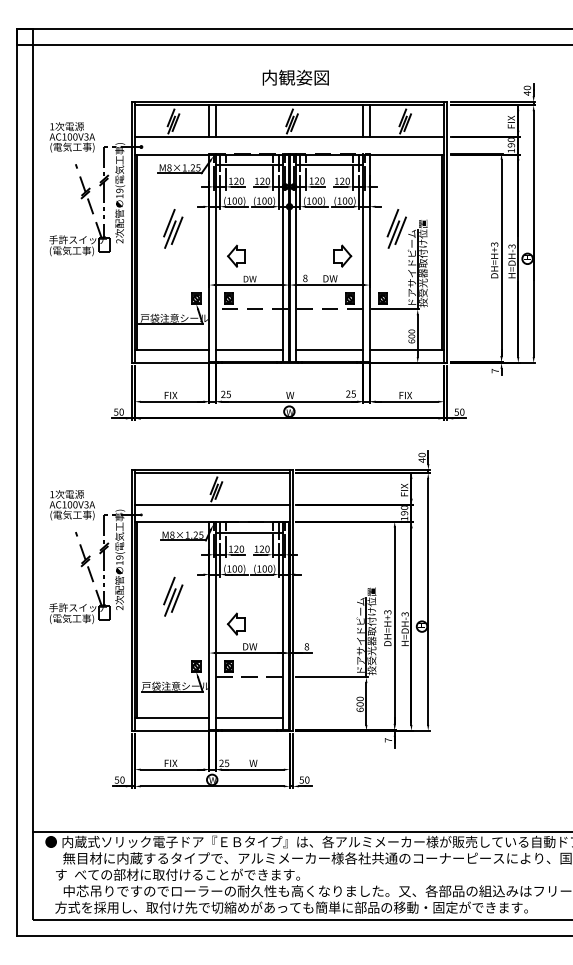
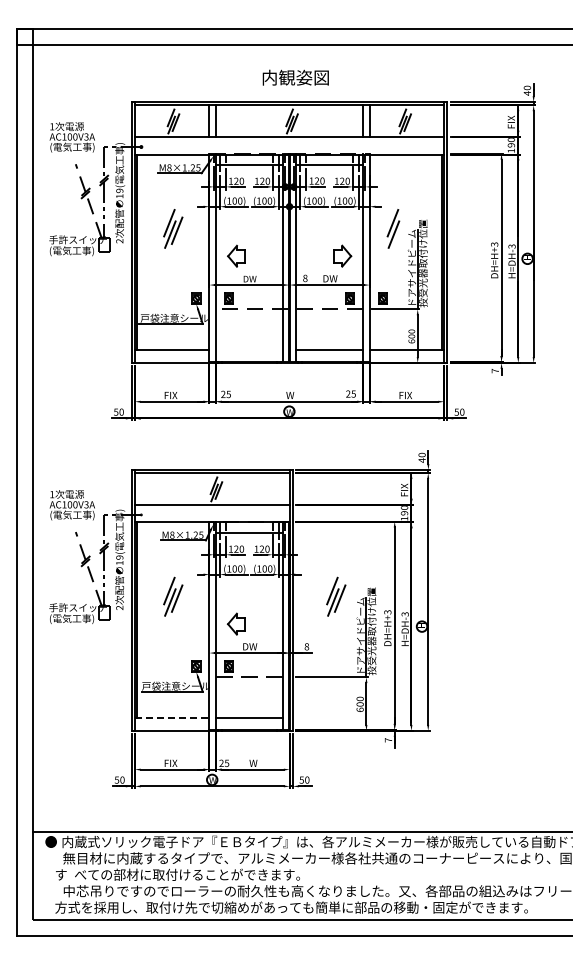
line at (400, 230): present -> none
line at (249, 350): present -> none
part at (336, 596): none -> present
line at (172, 718): solid -> dashed
